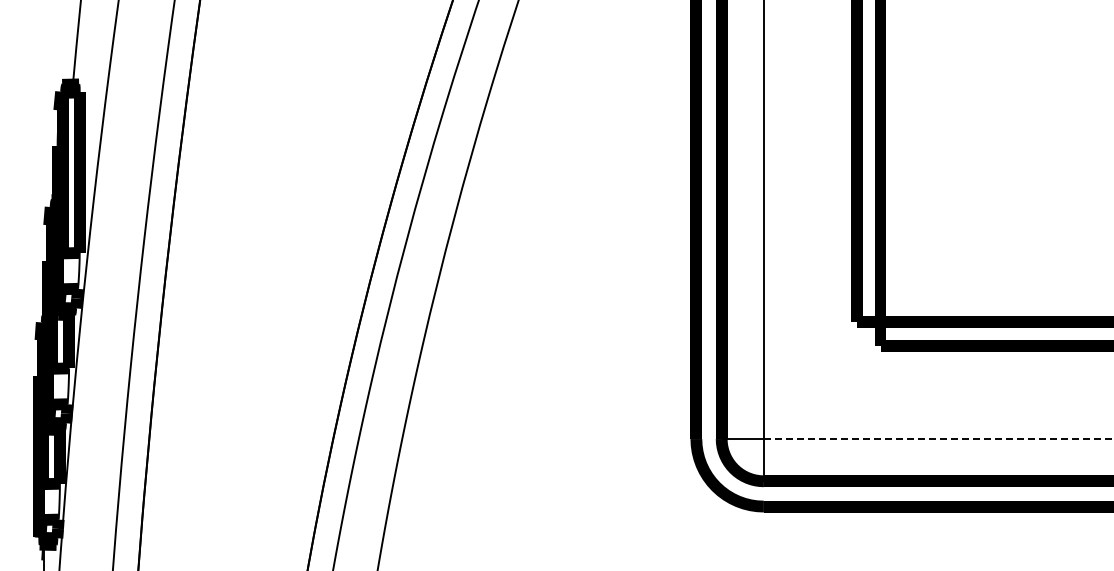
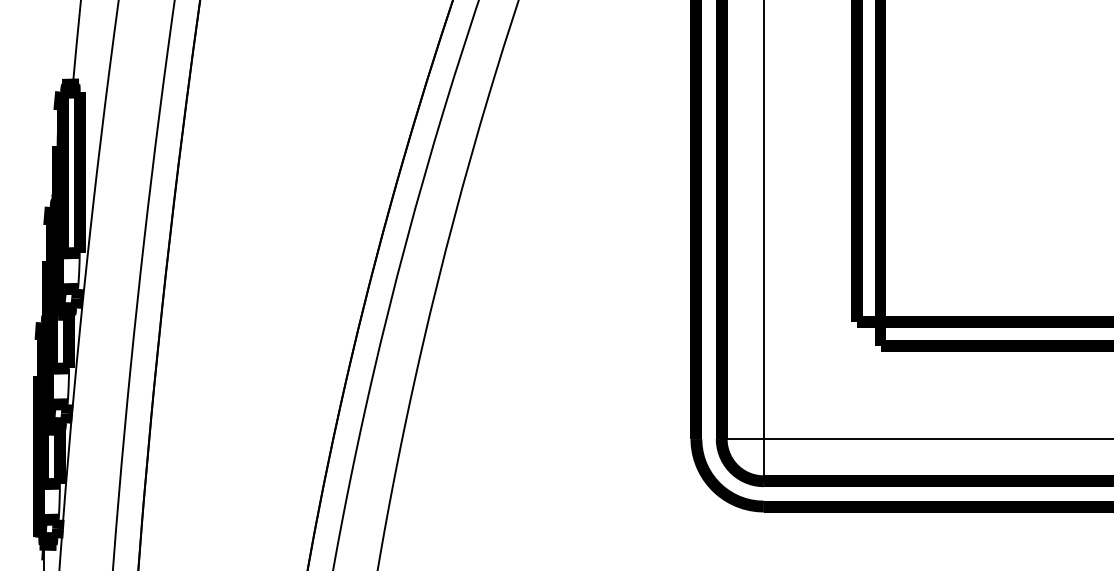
line at (938, 439): dashed -> solid
